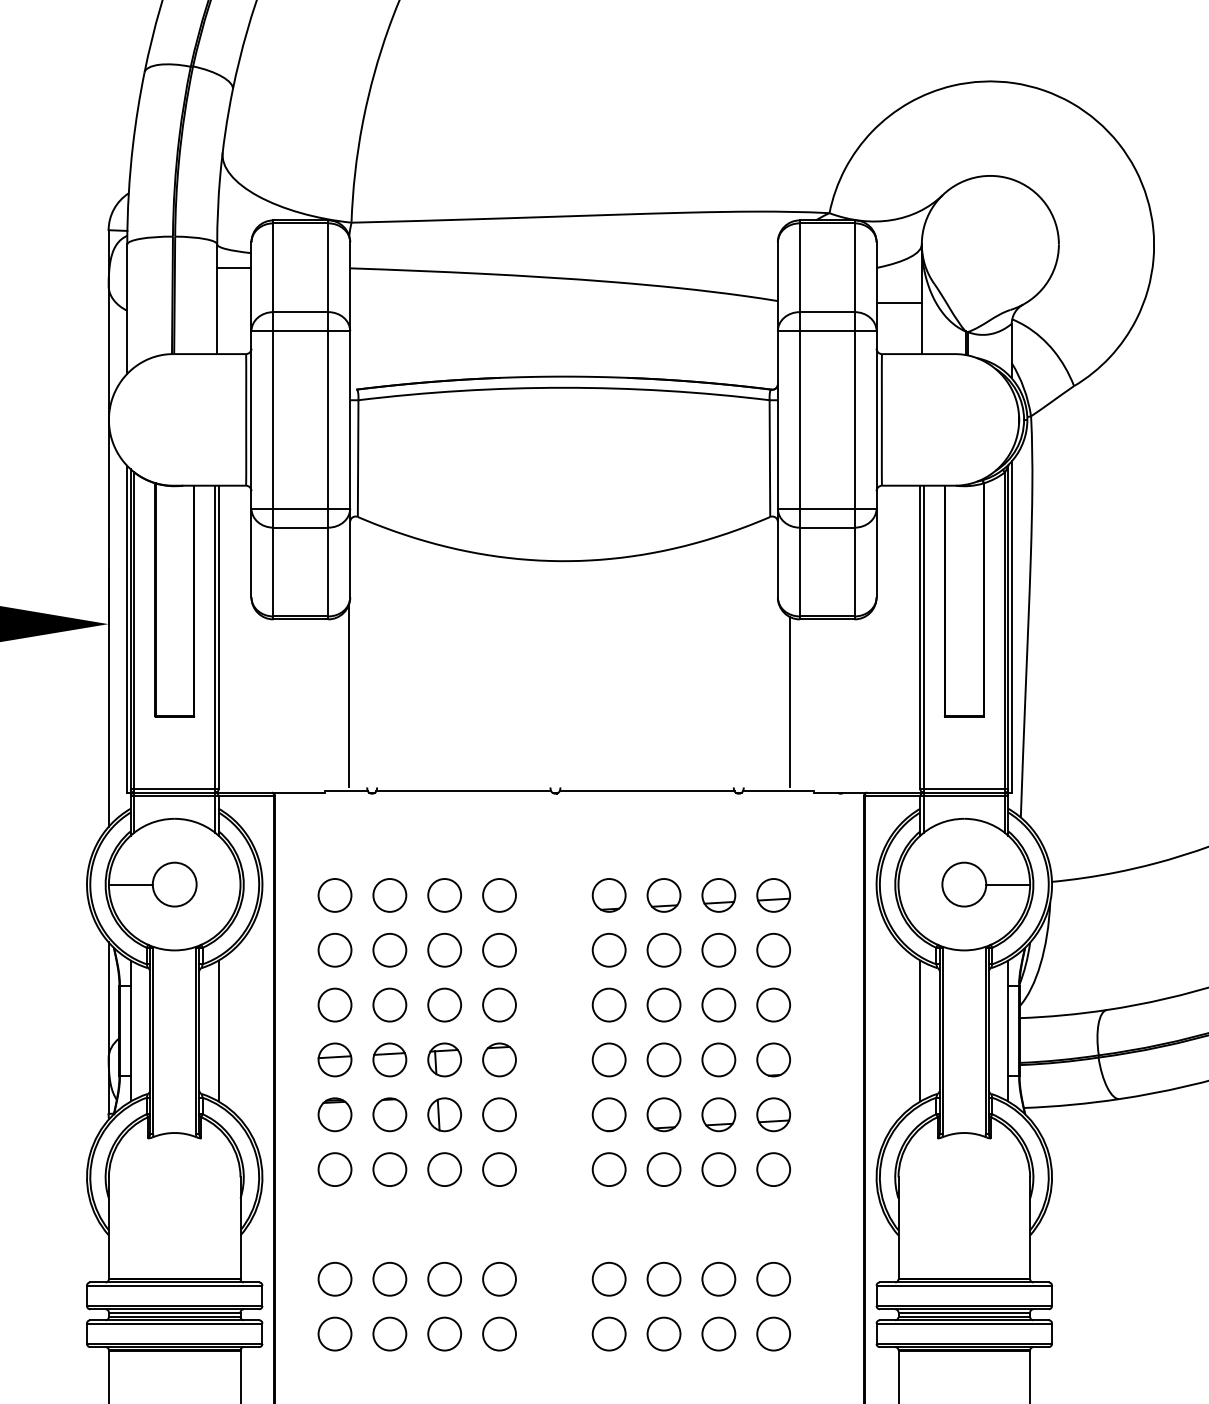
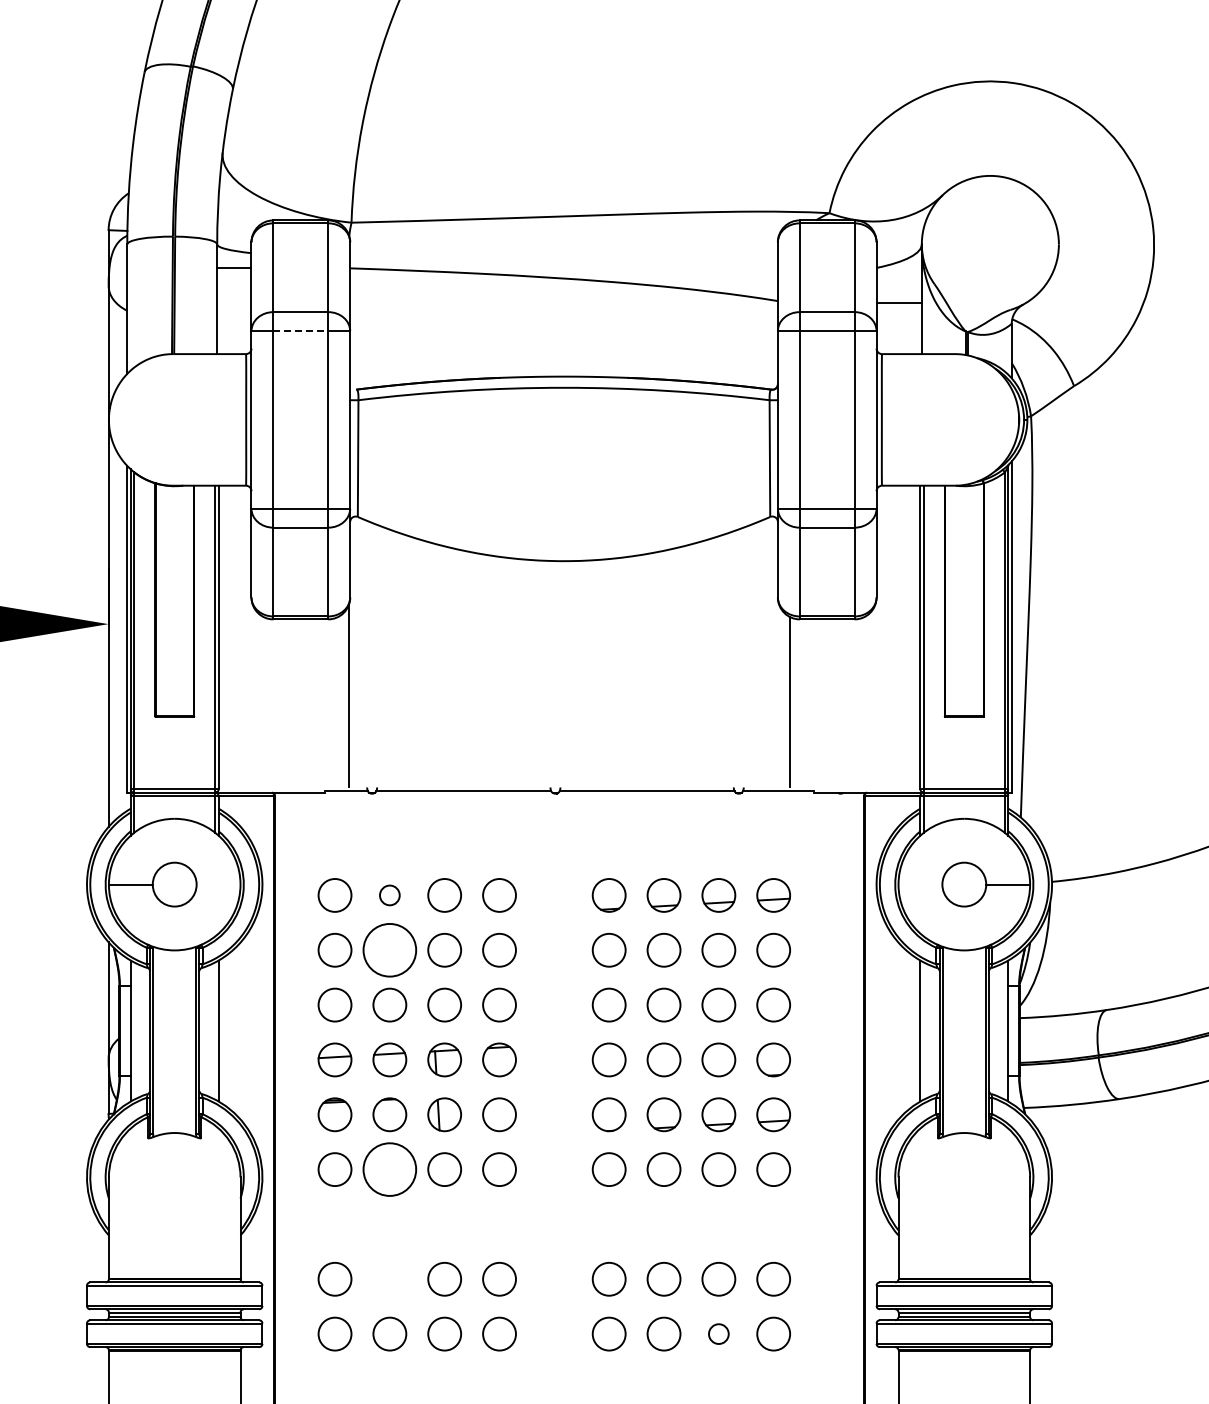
line at (301, 331): solid -> dashed
circle at (389, 895) diameter: 33 px -> 20 px
circle at (389, 949) diameter: 33 px -> 53 px
circle at (389, 1169) diameter: 33 px -> 53 px
circle at (389, 1279): present -> none
circle at (718, 1333) diameter: 33 px -> 20 px
